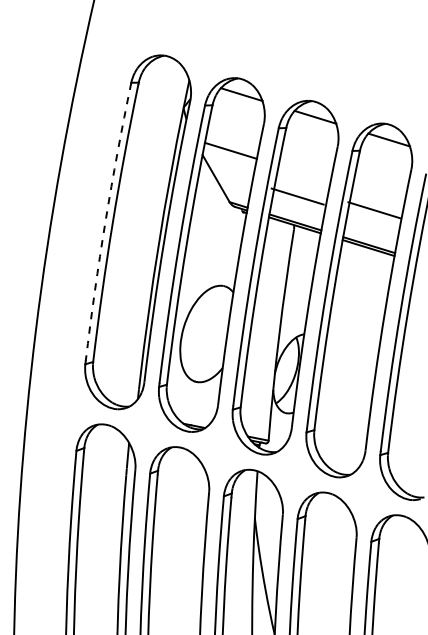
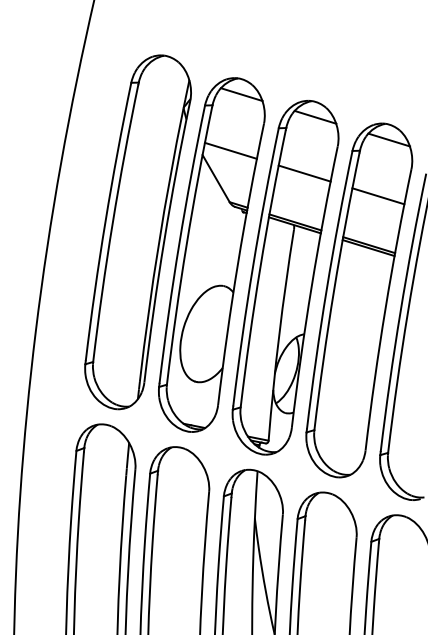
line at (297, 196) position: (297, 196) -> (304, 173)
line at (374, 210) position: (374, 210) -> (378, 196)
arc at (105, 221): dashed -> solid
